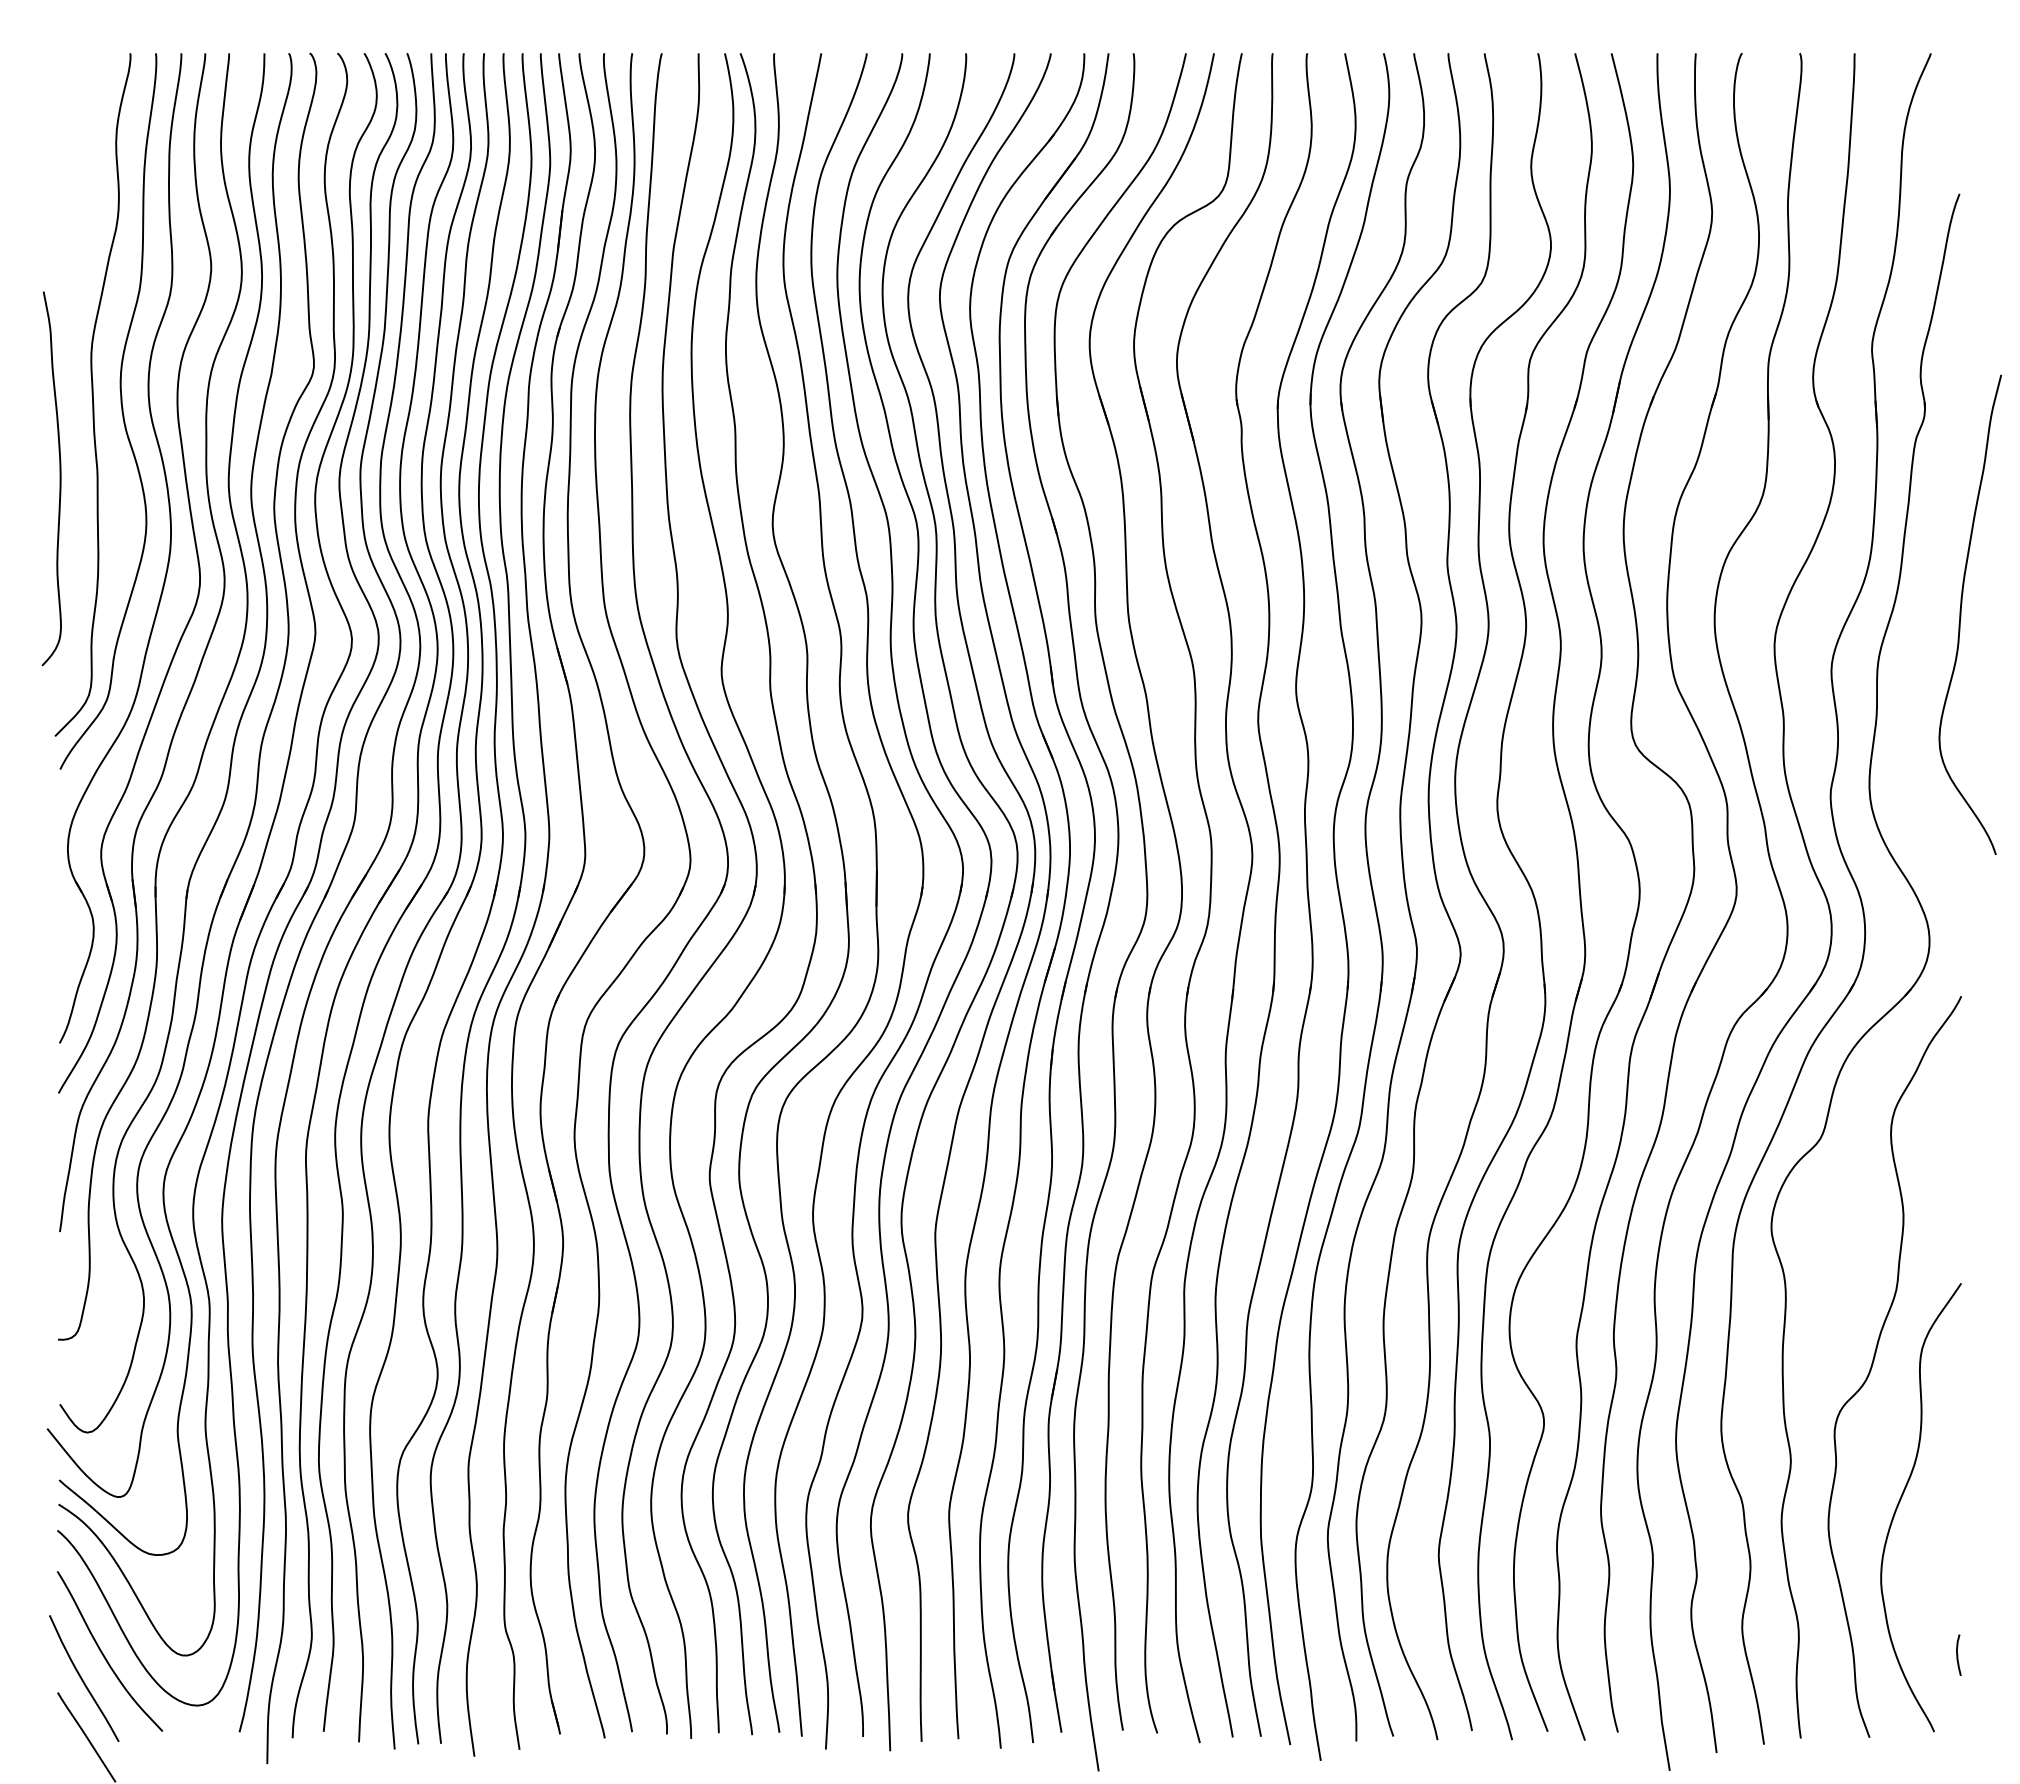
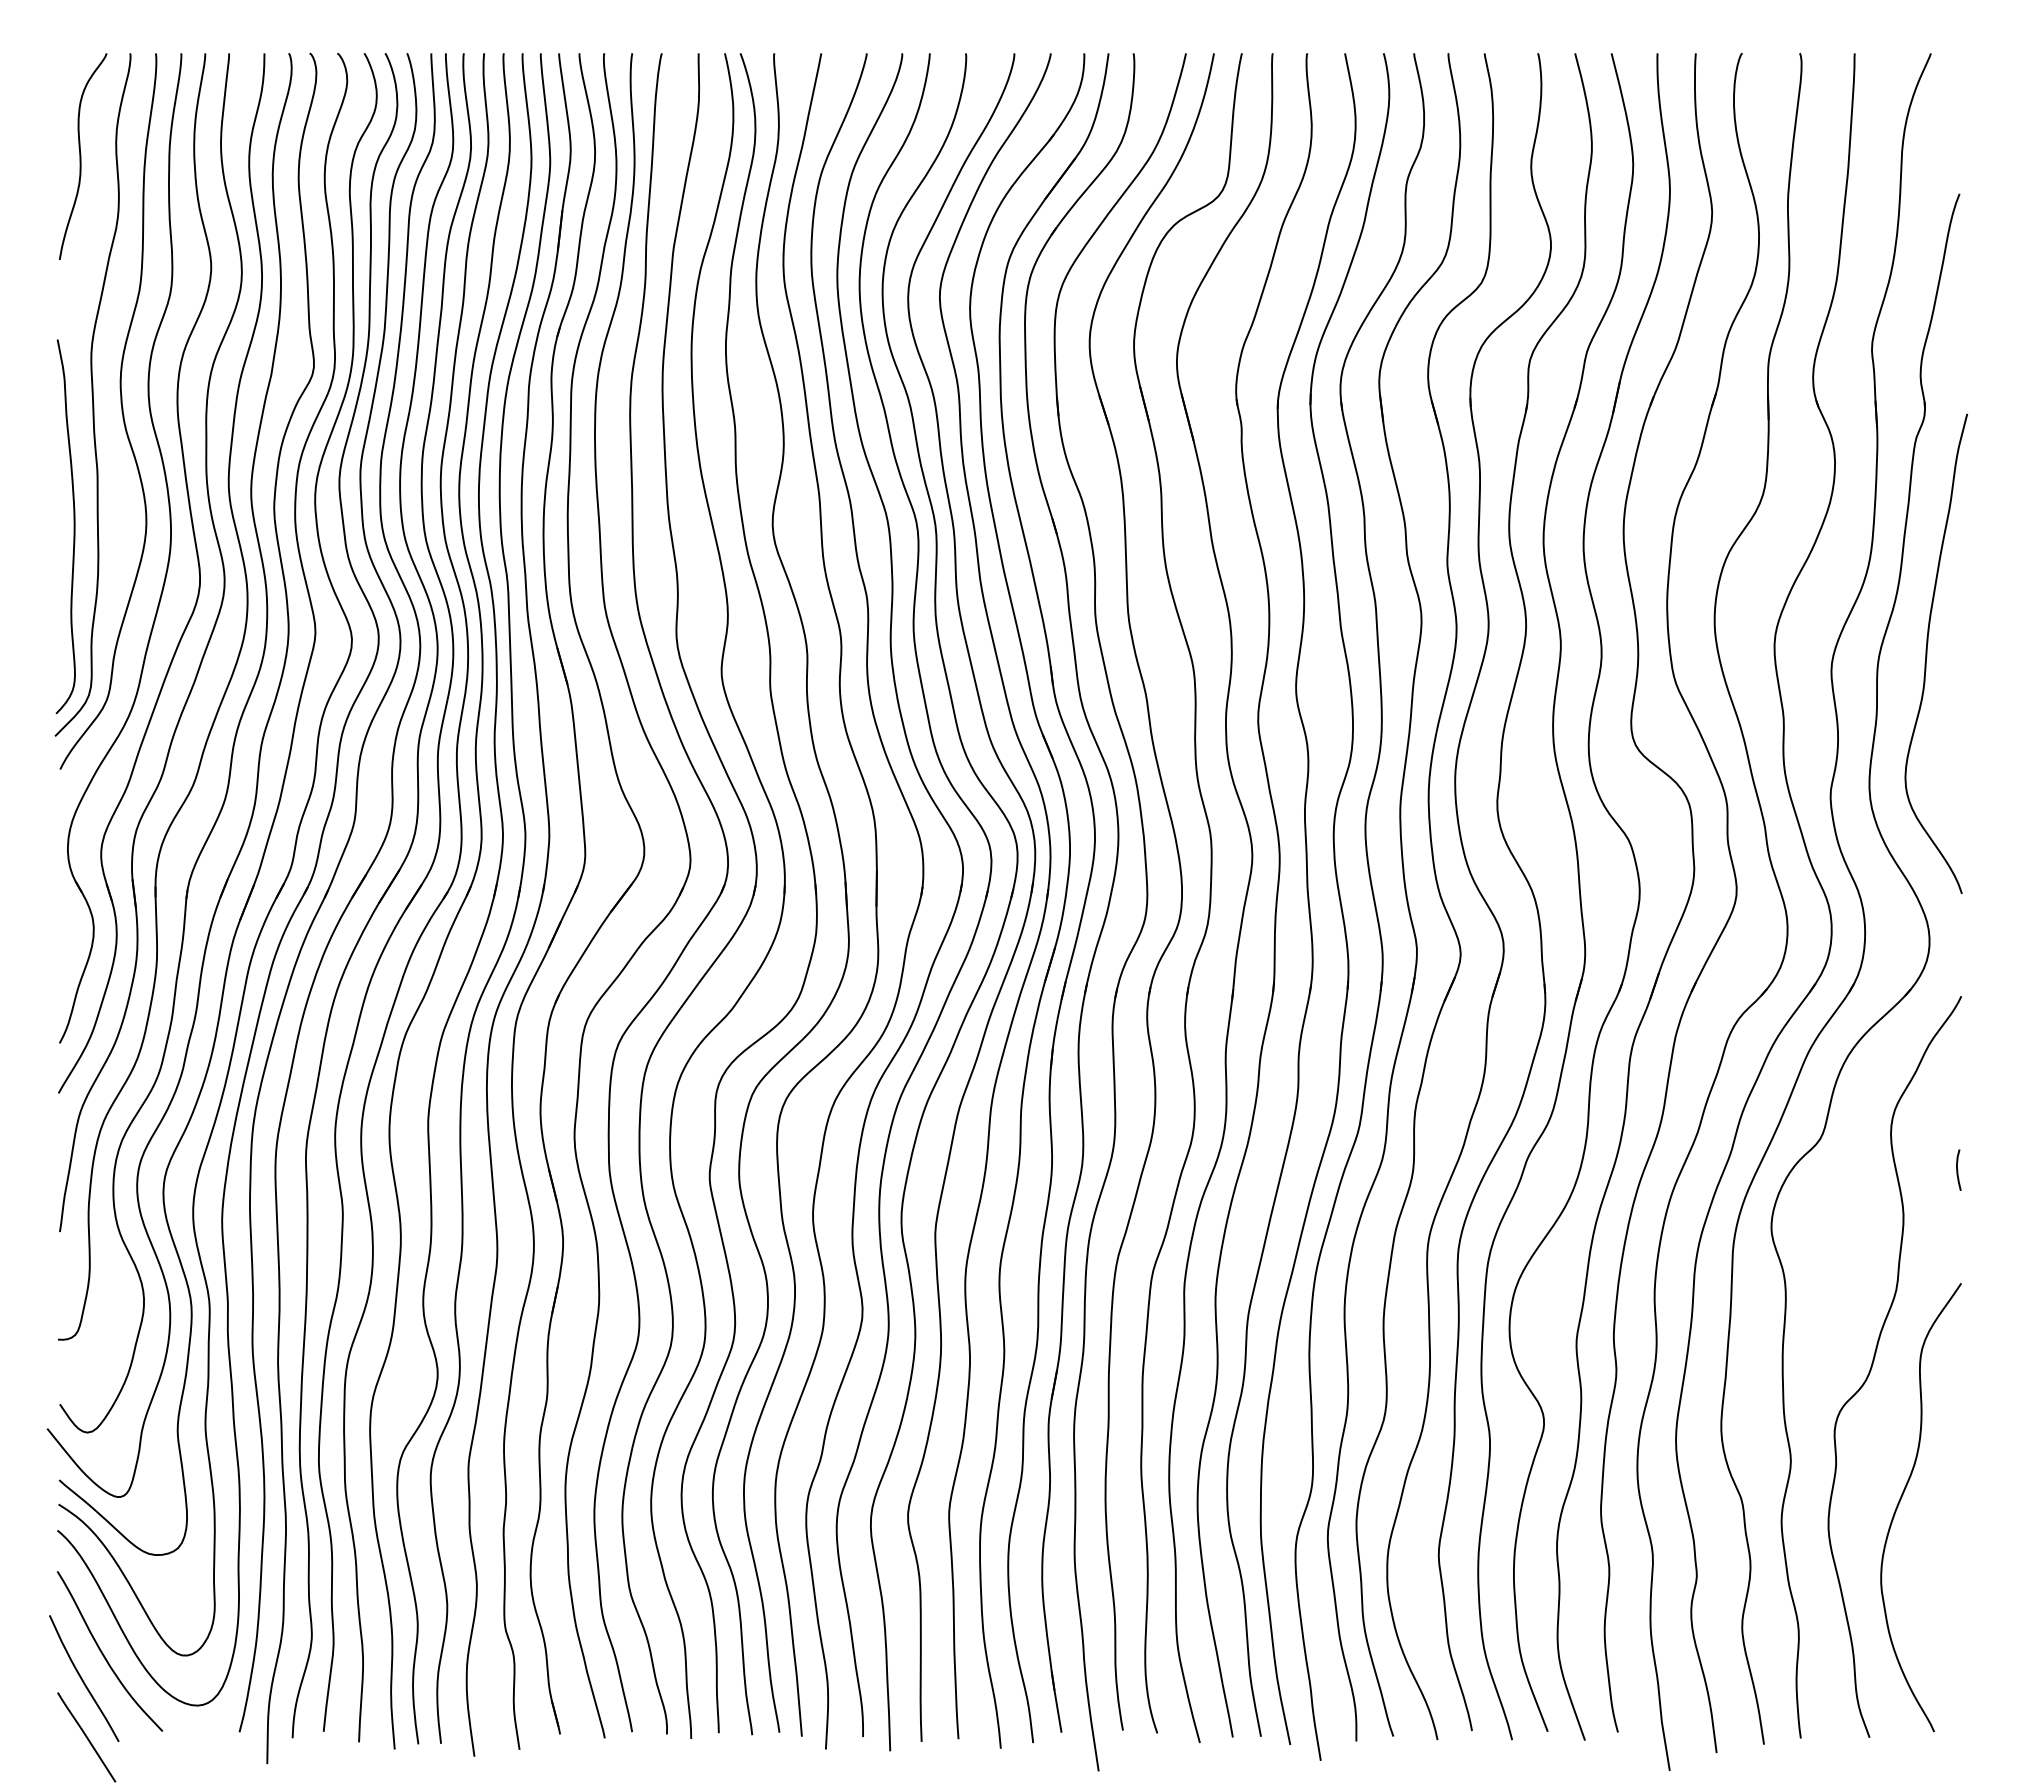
curve at (81, 156): none -> present
curve at (59, 478) position: (59, 478) -> (73, 526)
curve at (1961, 614) position: (1961, 614) -> (1927, 653)
curve at (1958, 1654) position: (1958, 1654) -> (1958, 1169)
